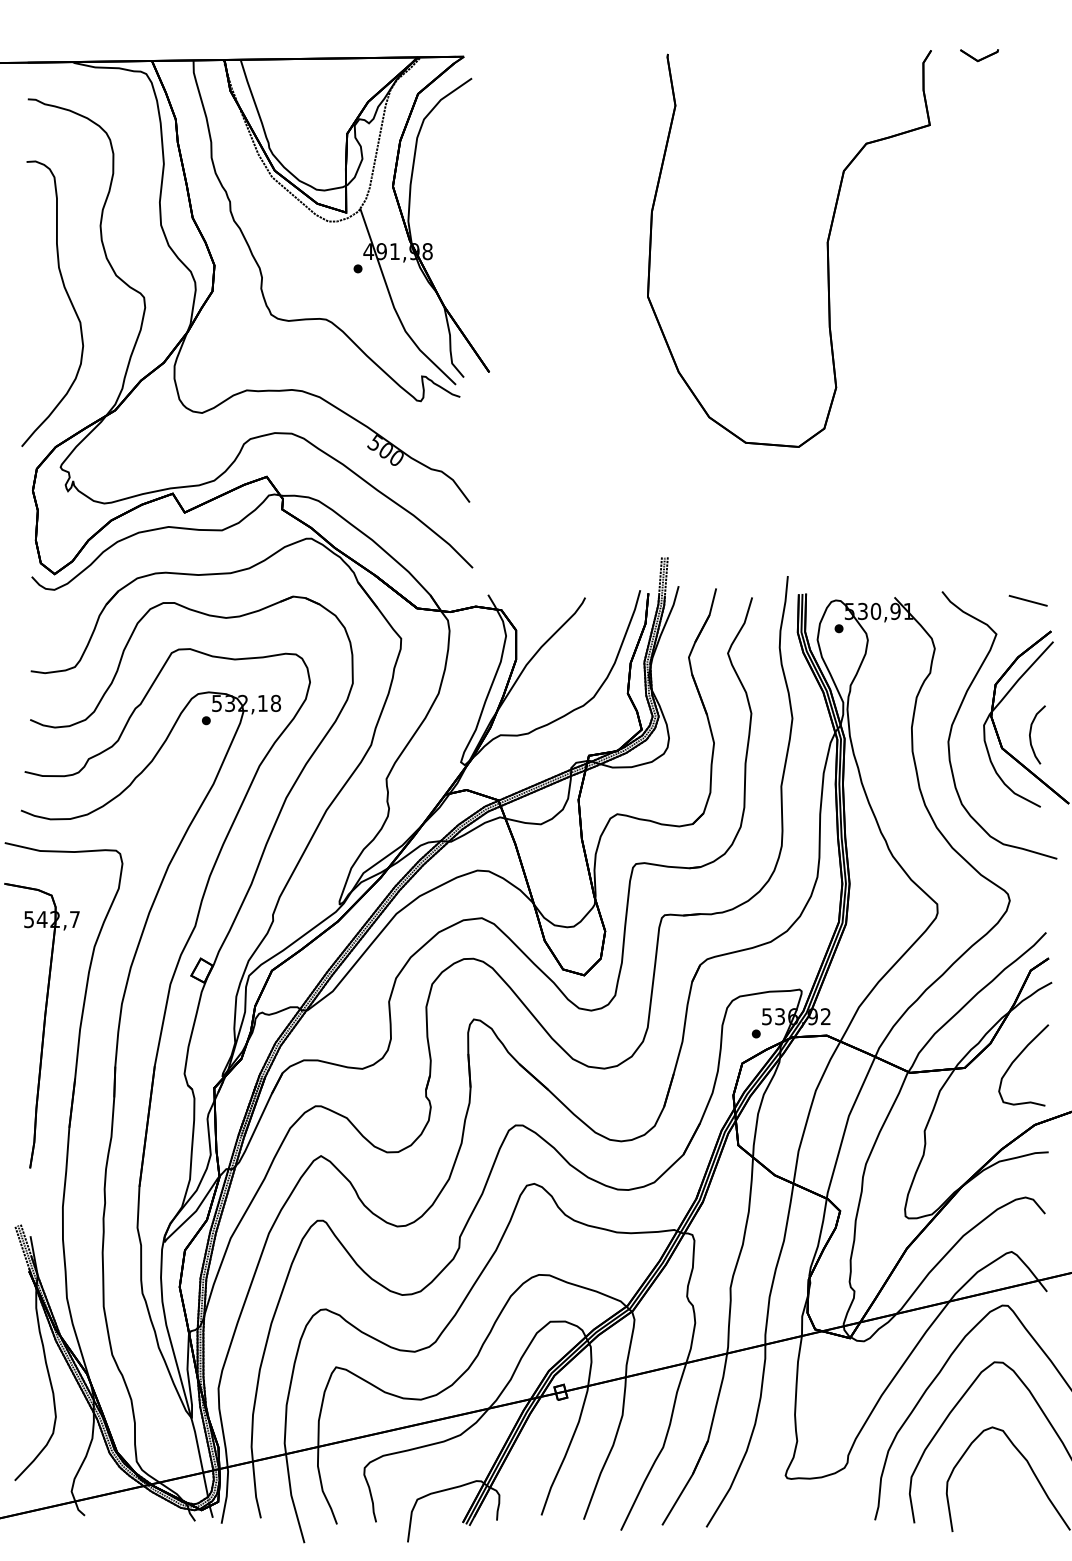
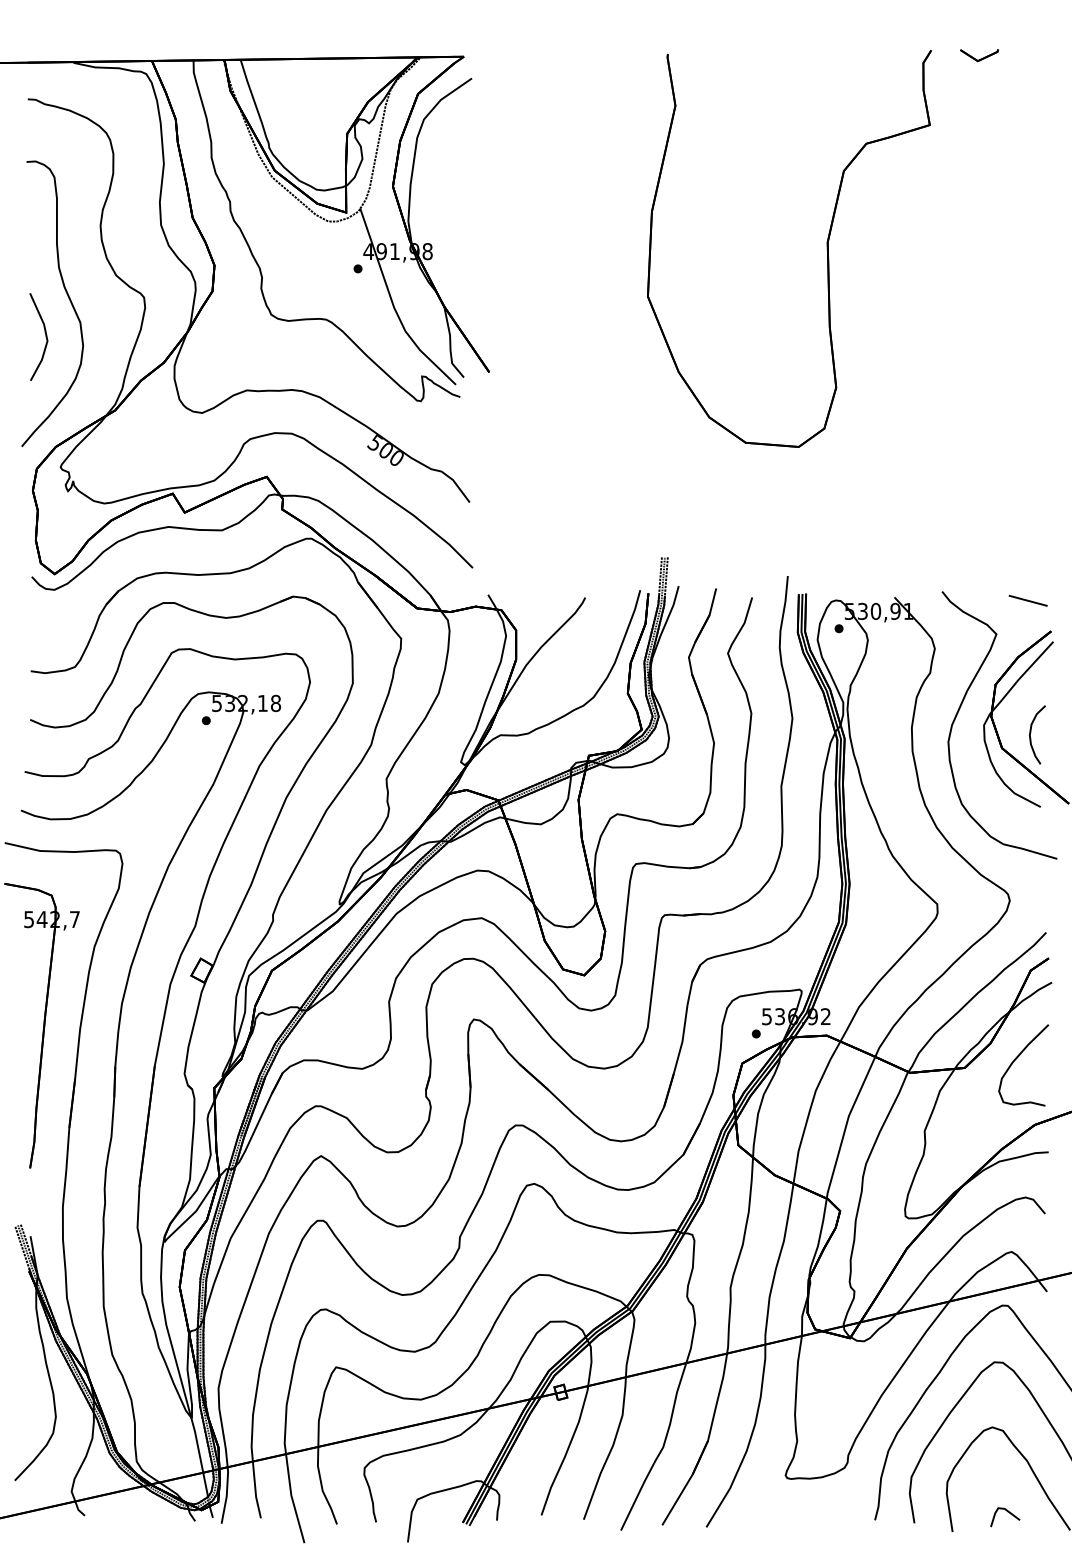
line at (45, 336): none -> present
part at (1005, 1517): none -> present
